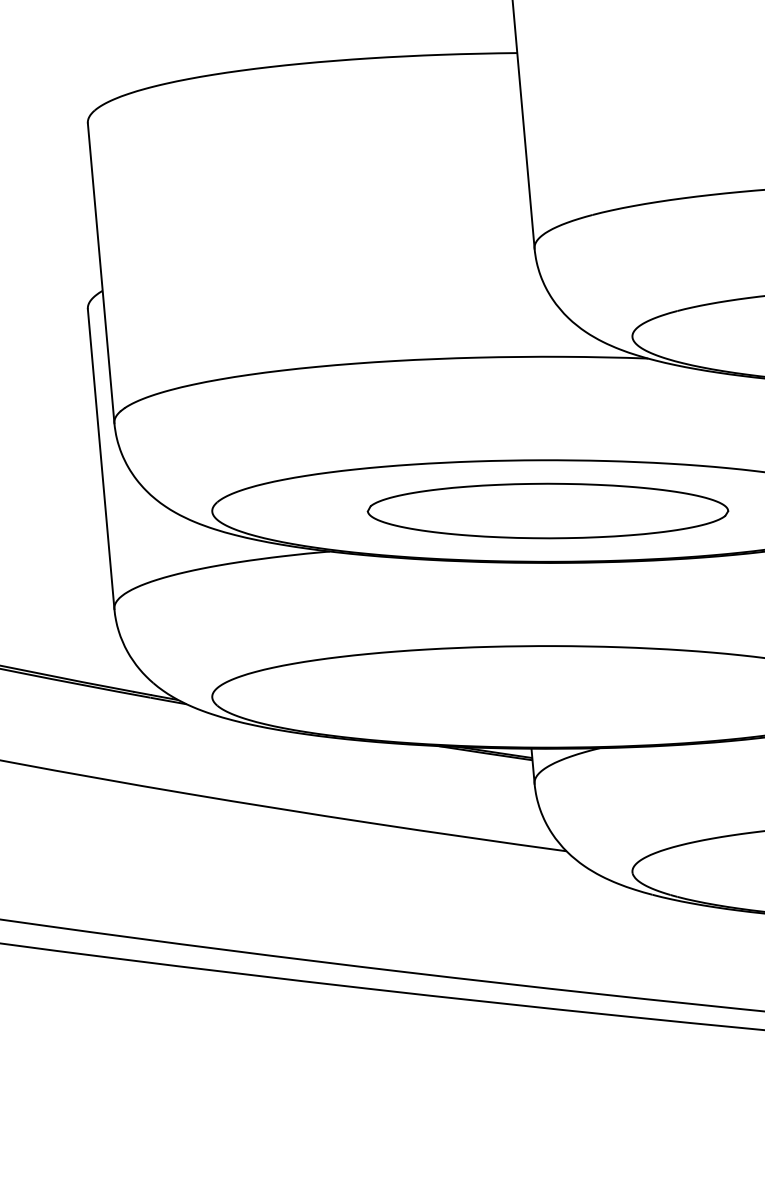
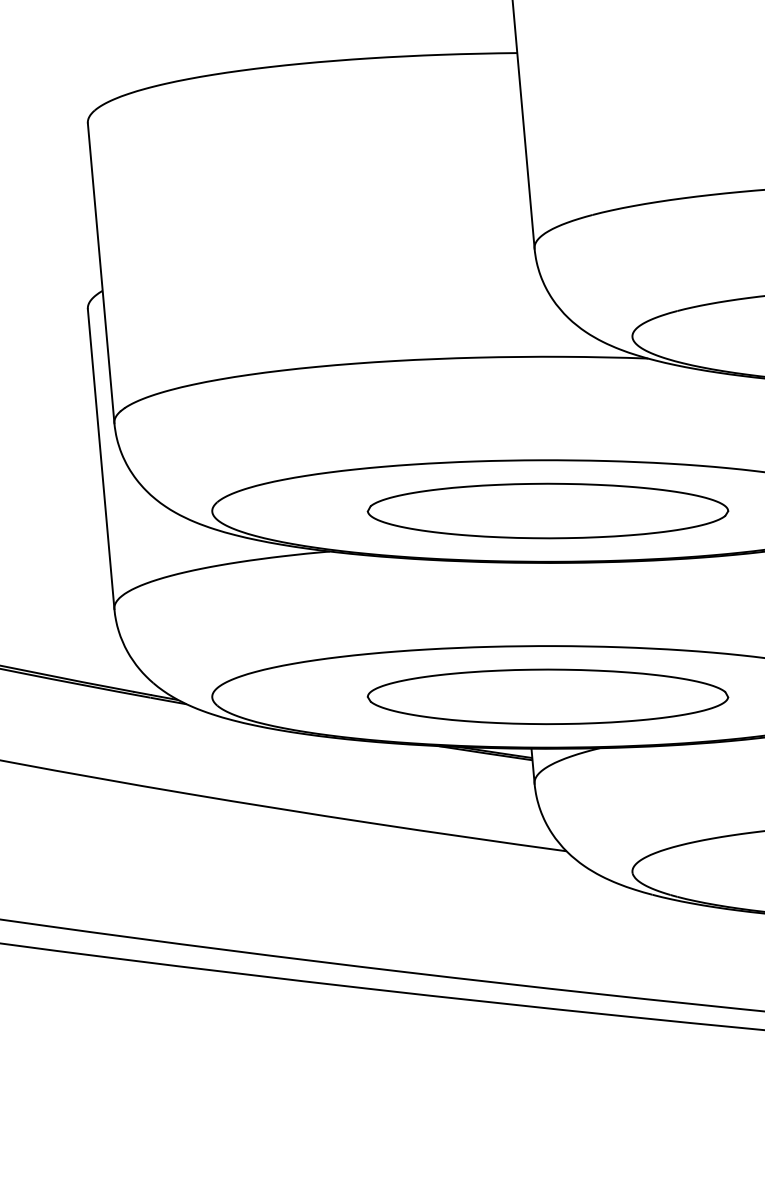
part at (547, 696): none -> present
